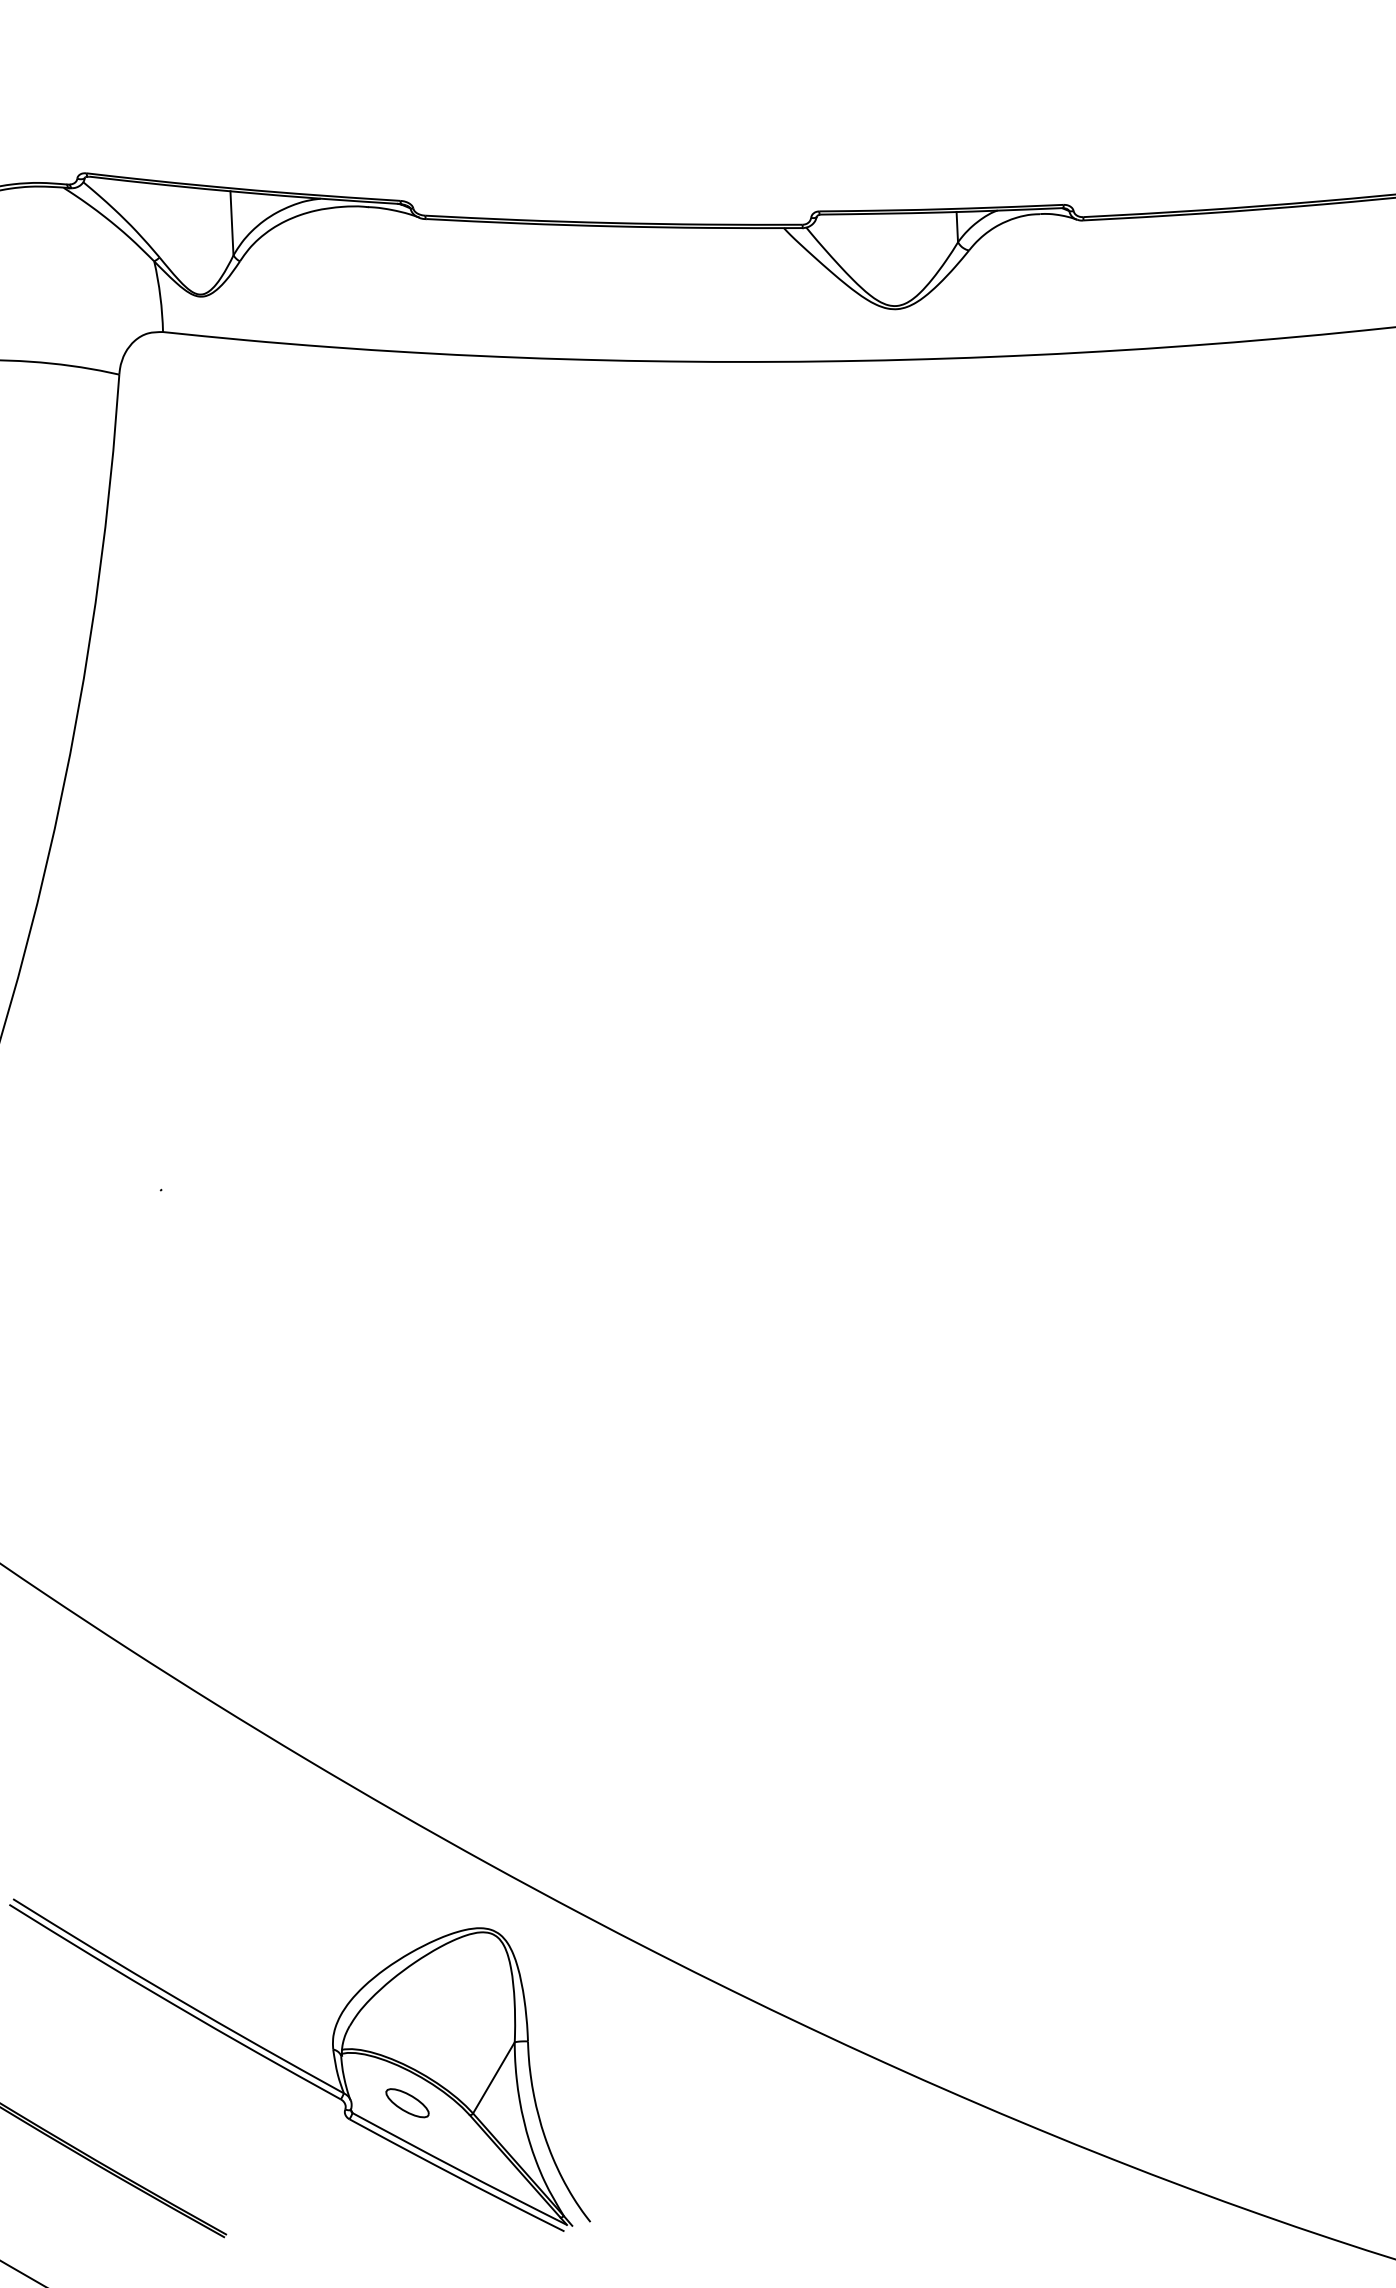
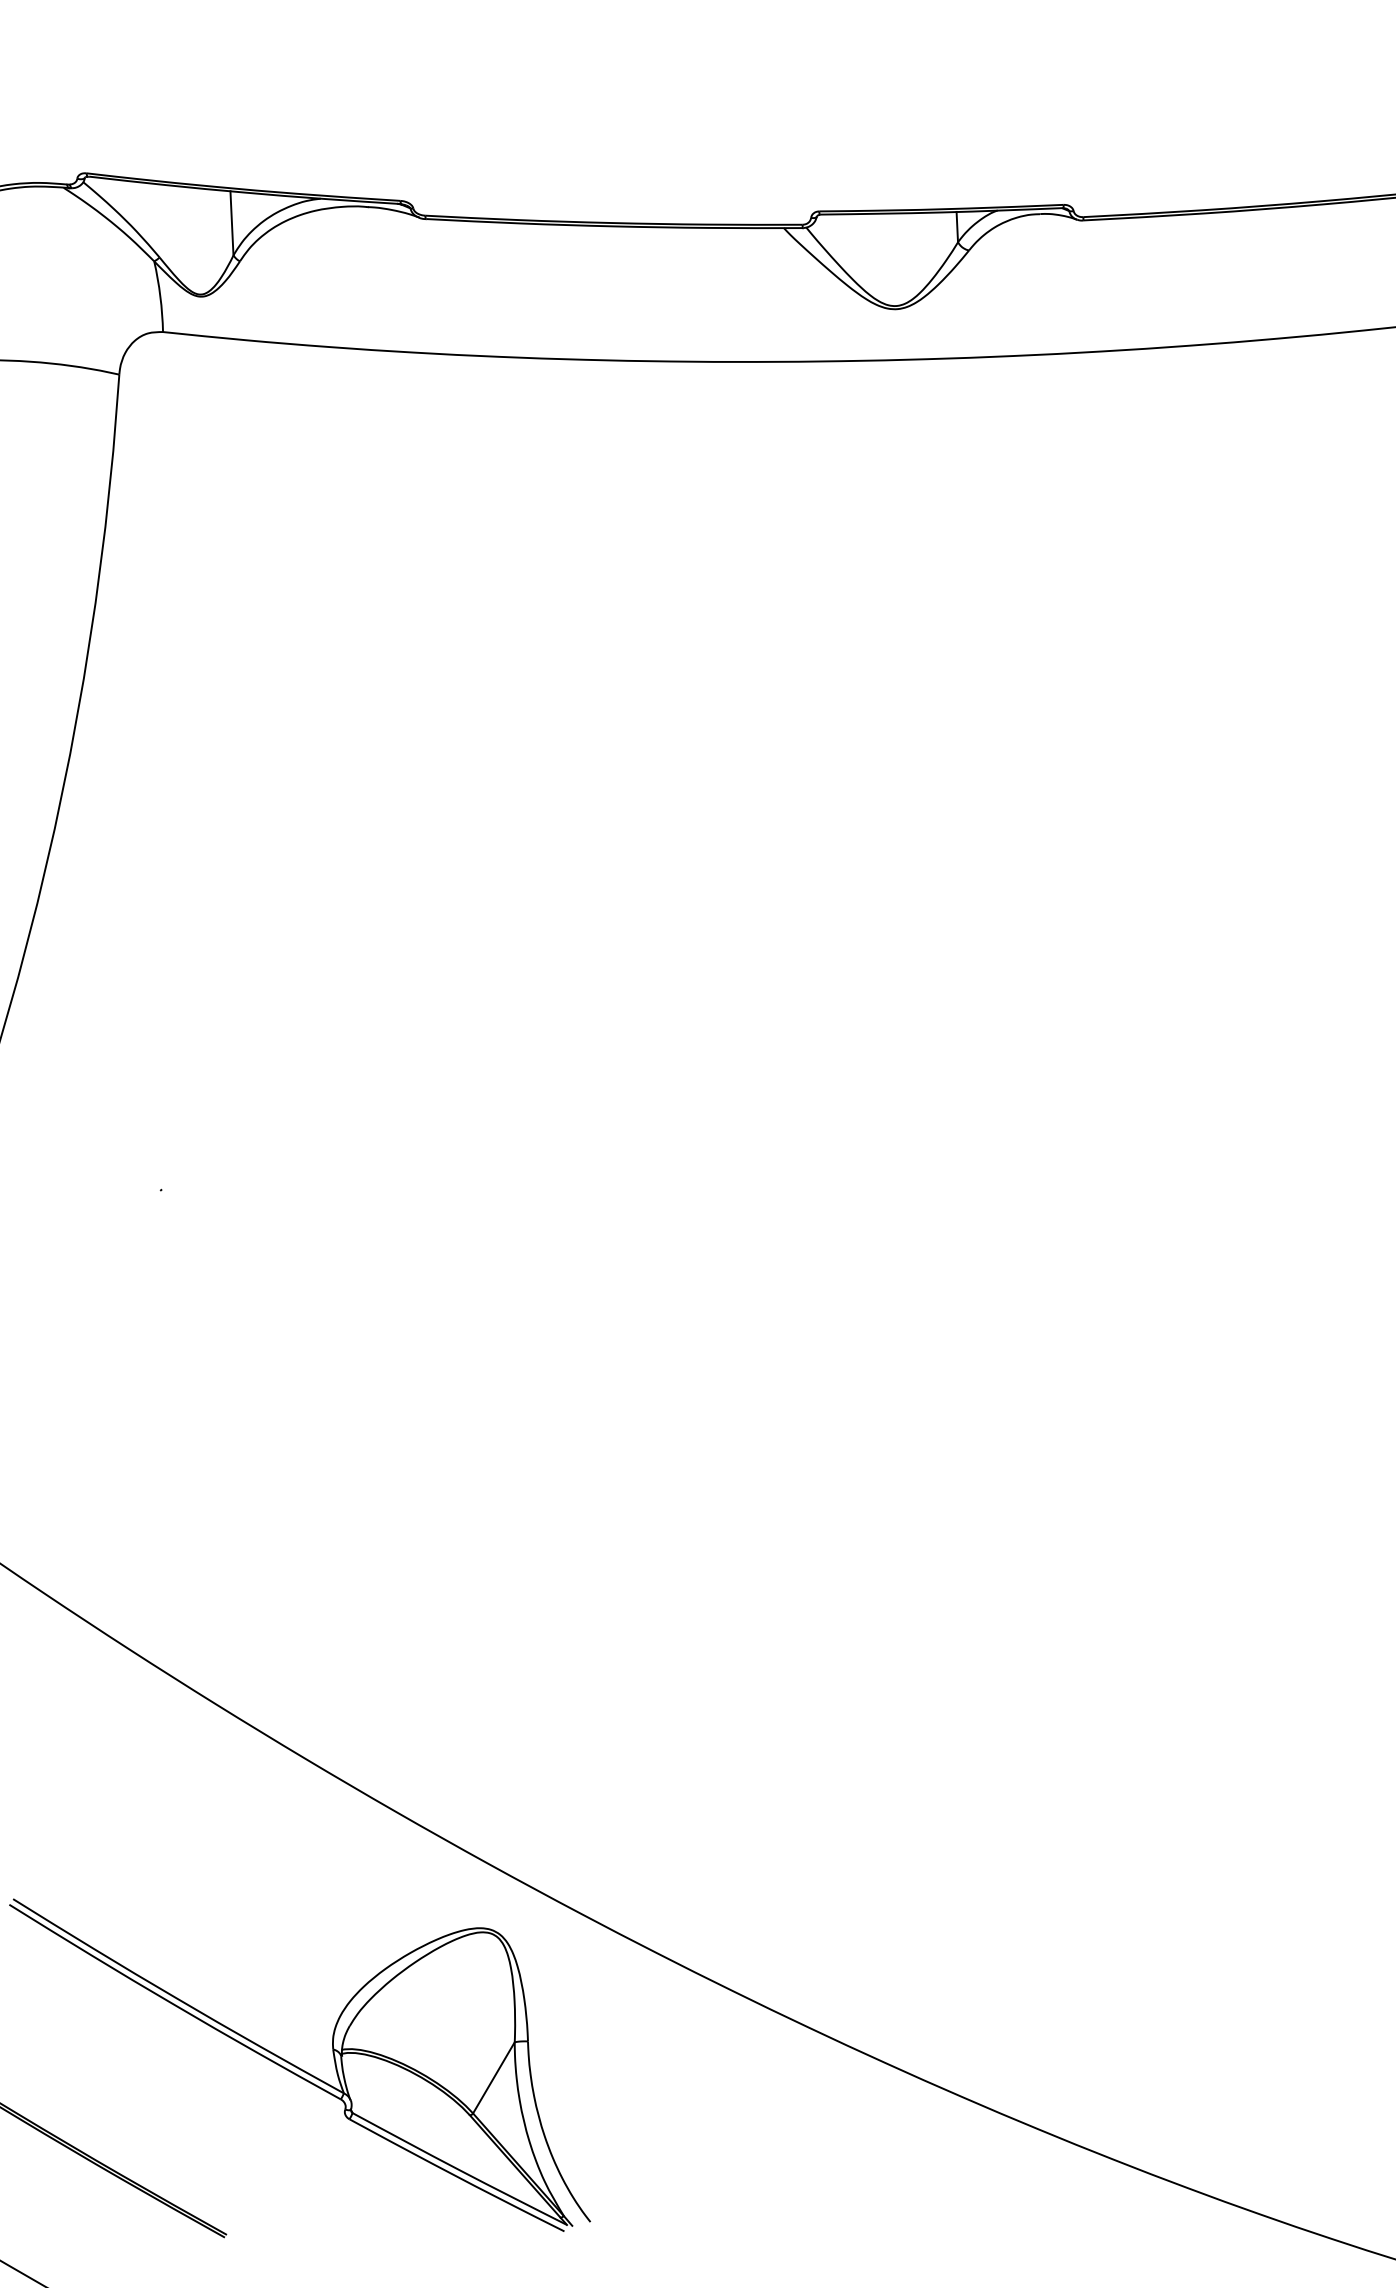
part at (407, 2103): present -> none
